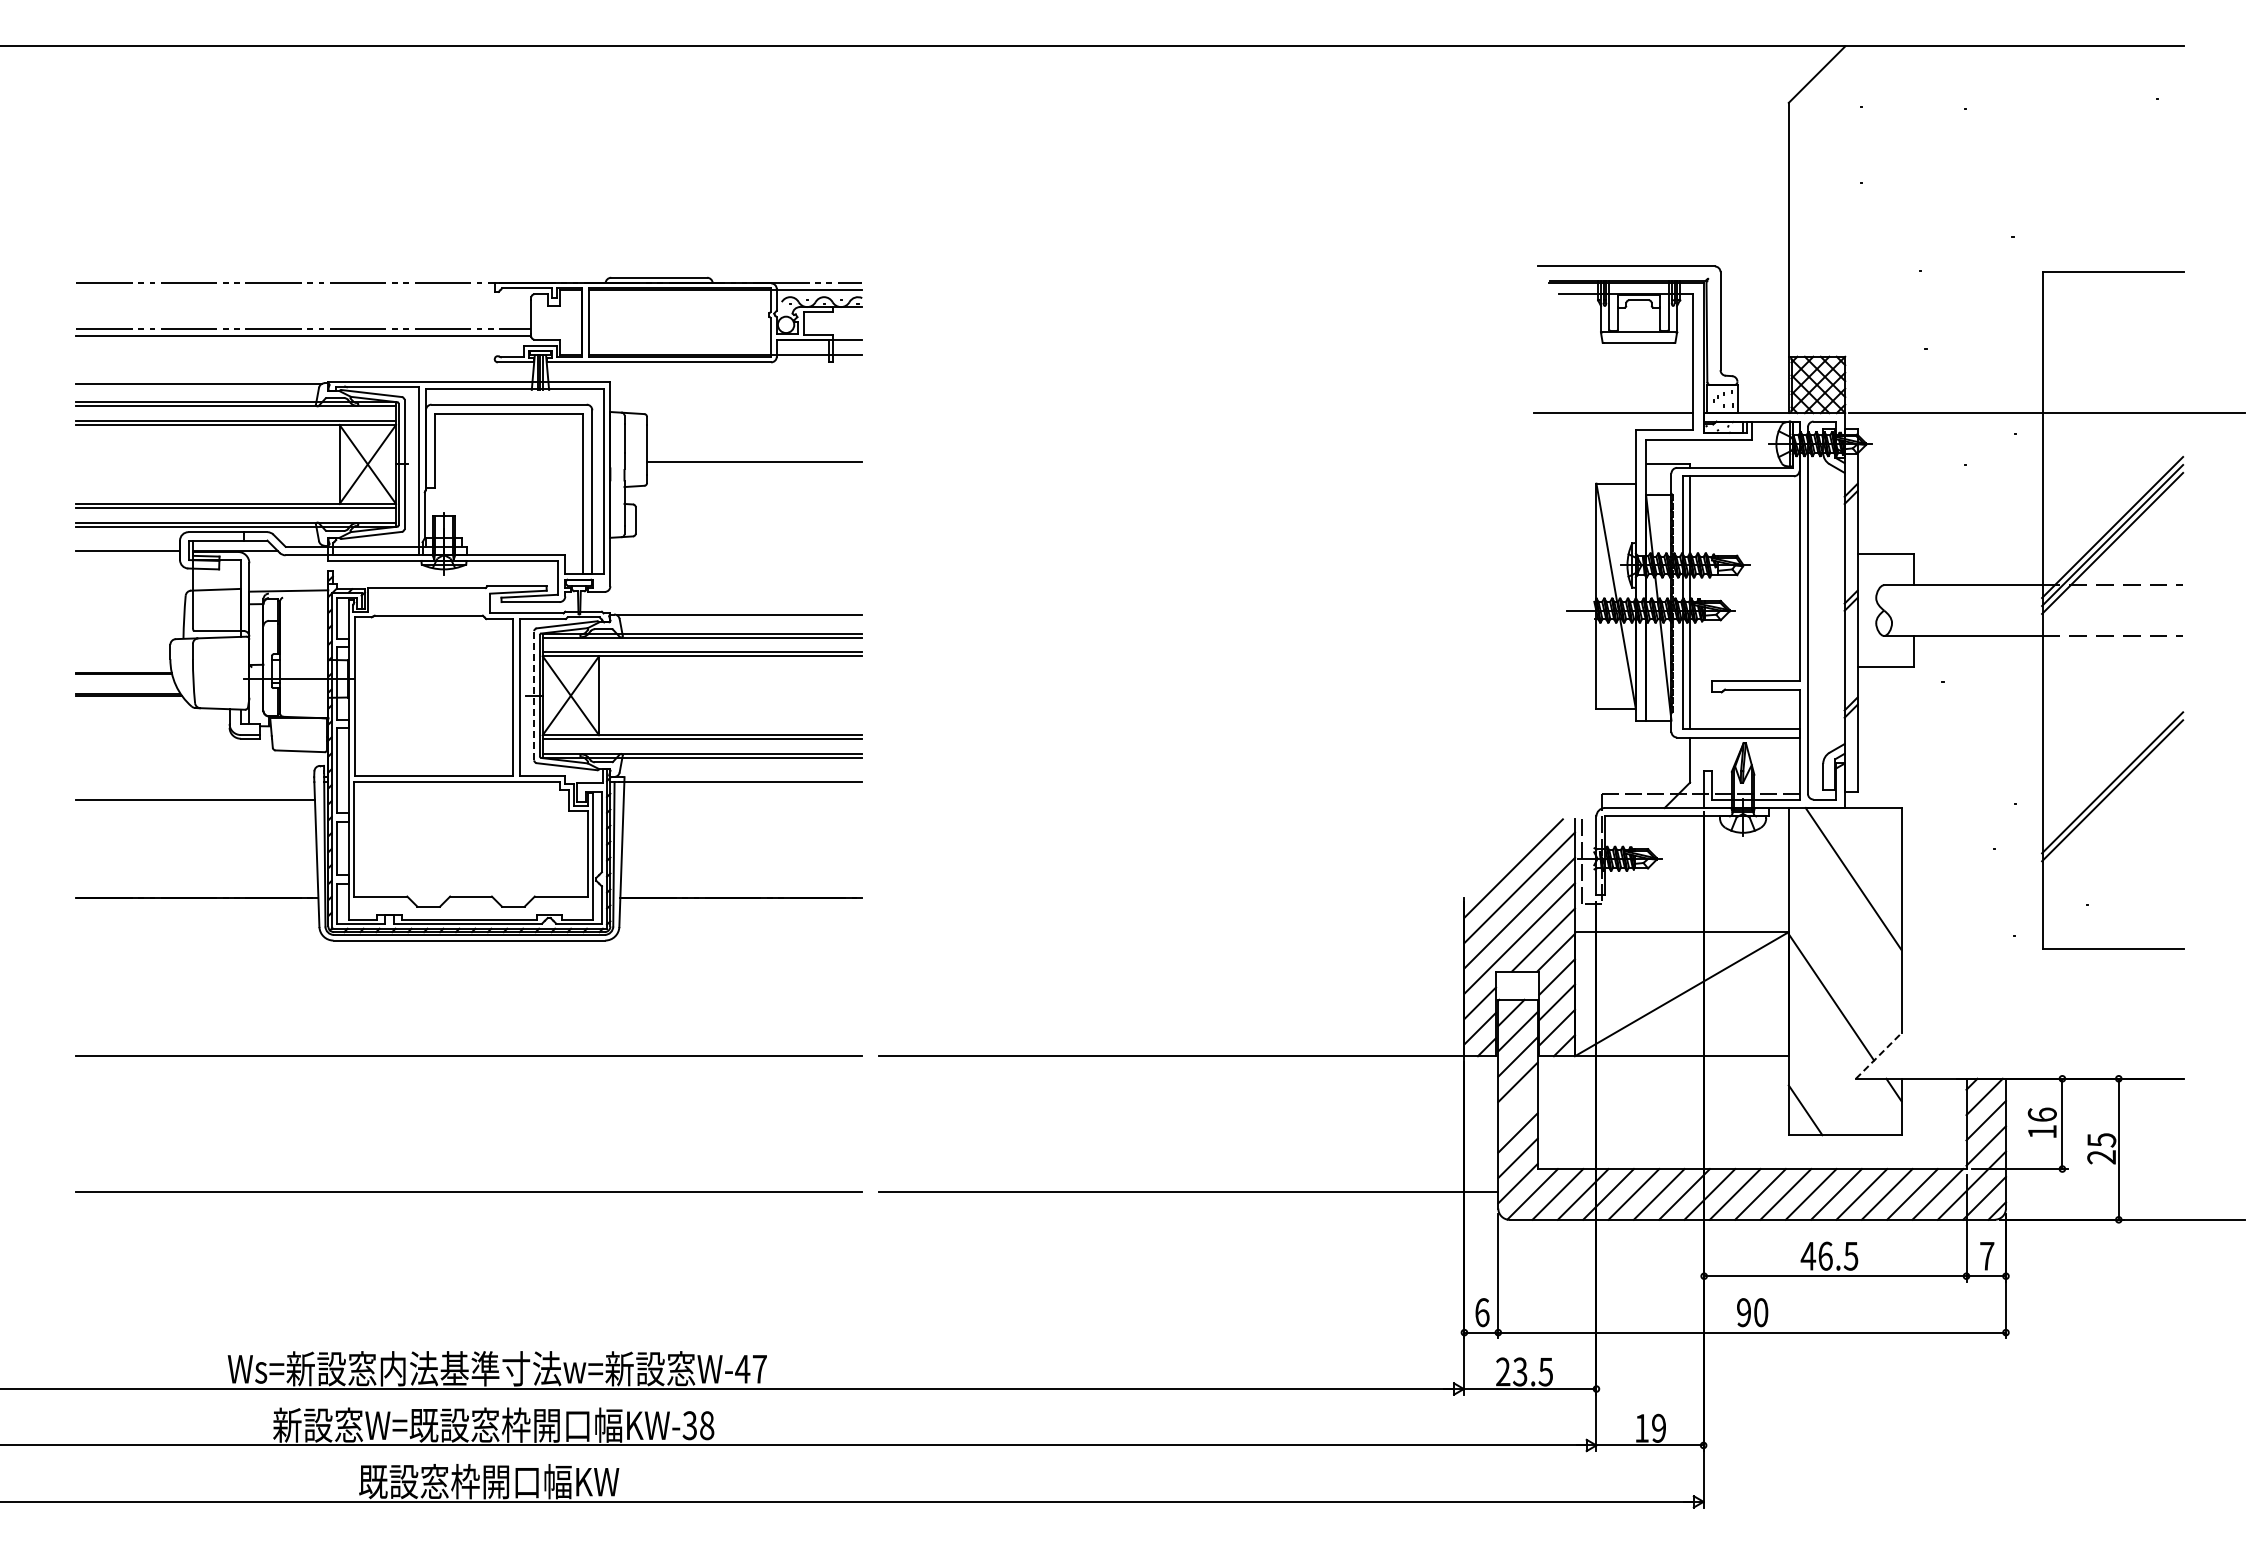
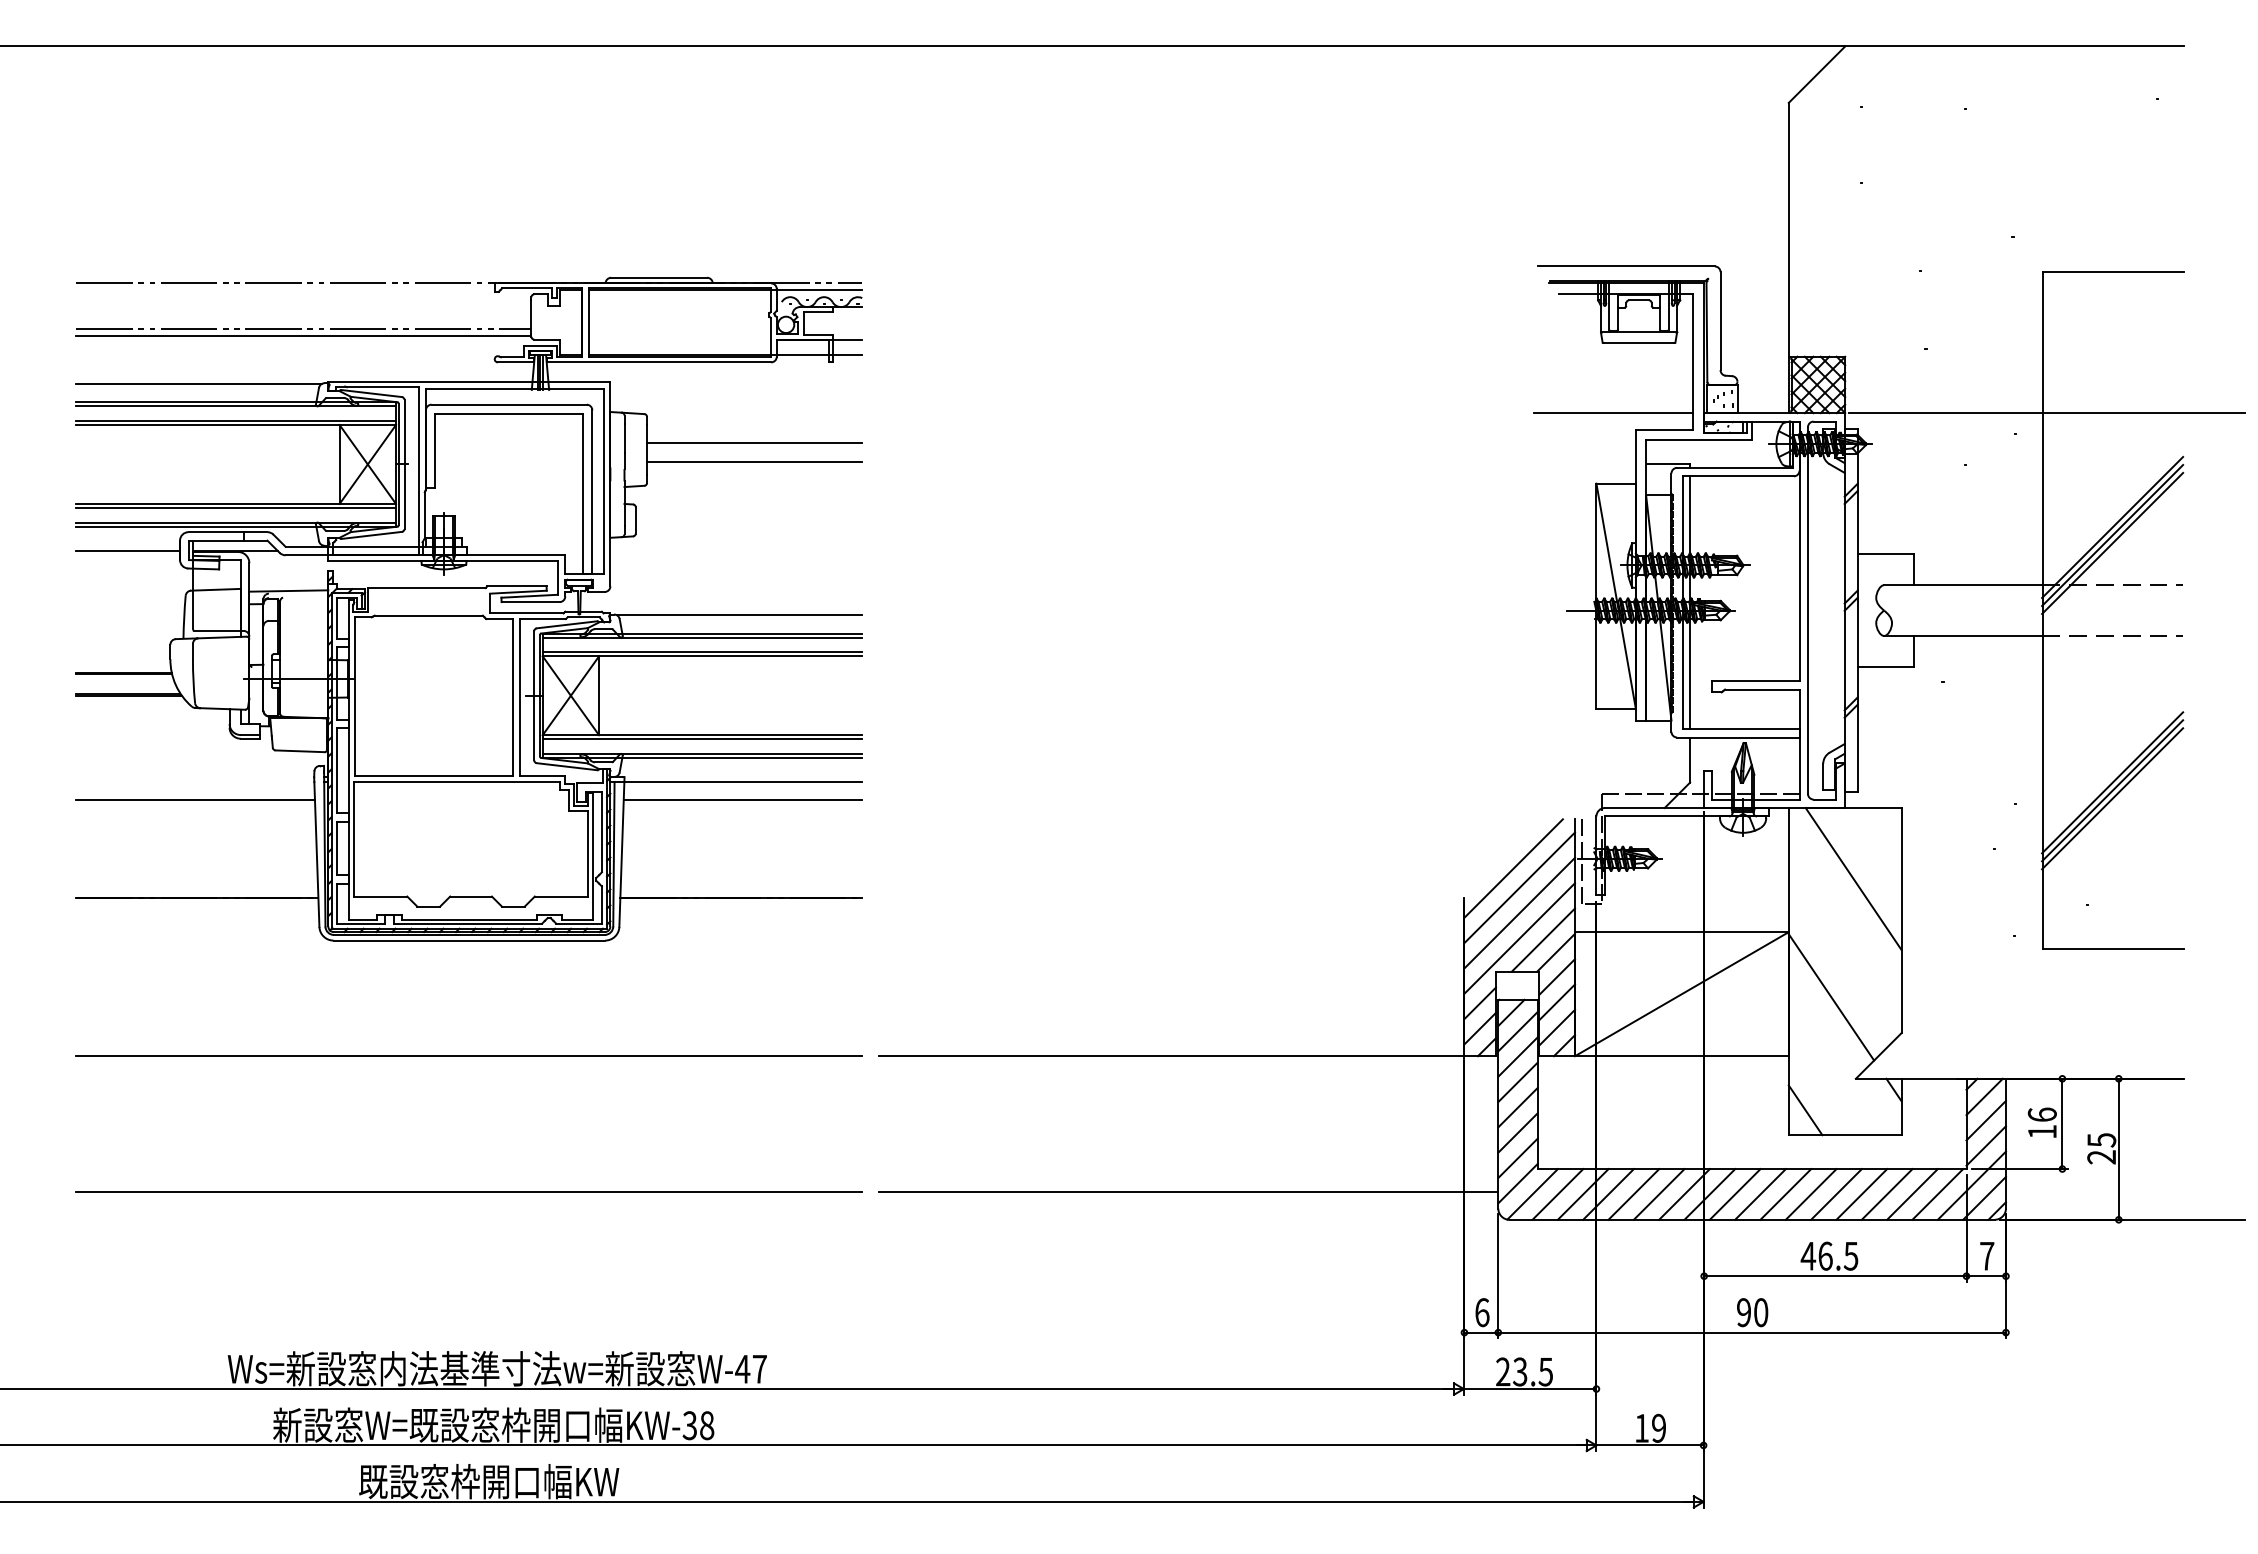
line at (754, 443): none -> present
line at (534, 695): dashed -> solid
line at (2112, 798): none -> present
line at (742, 799): none -> present
line at (1879, 1055): dashed -> solid
line at (1517, 1107): none -> present
